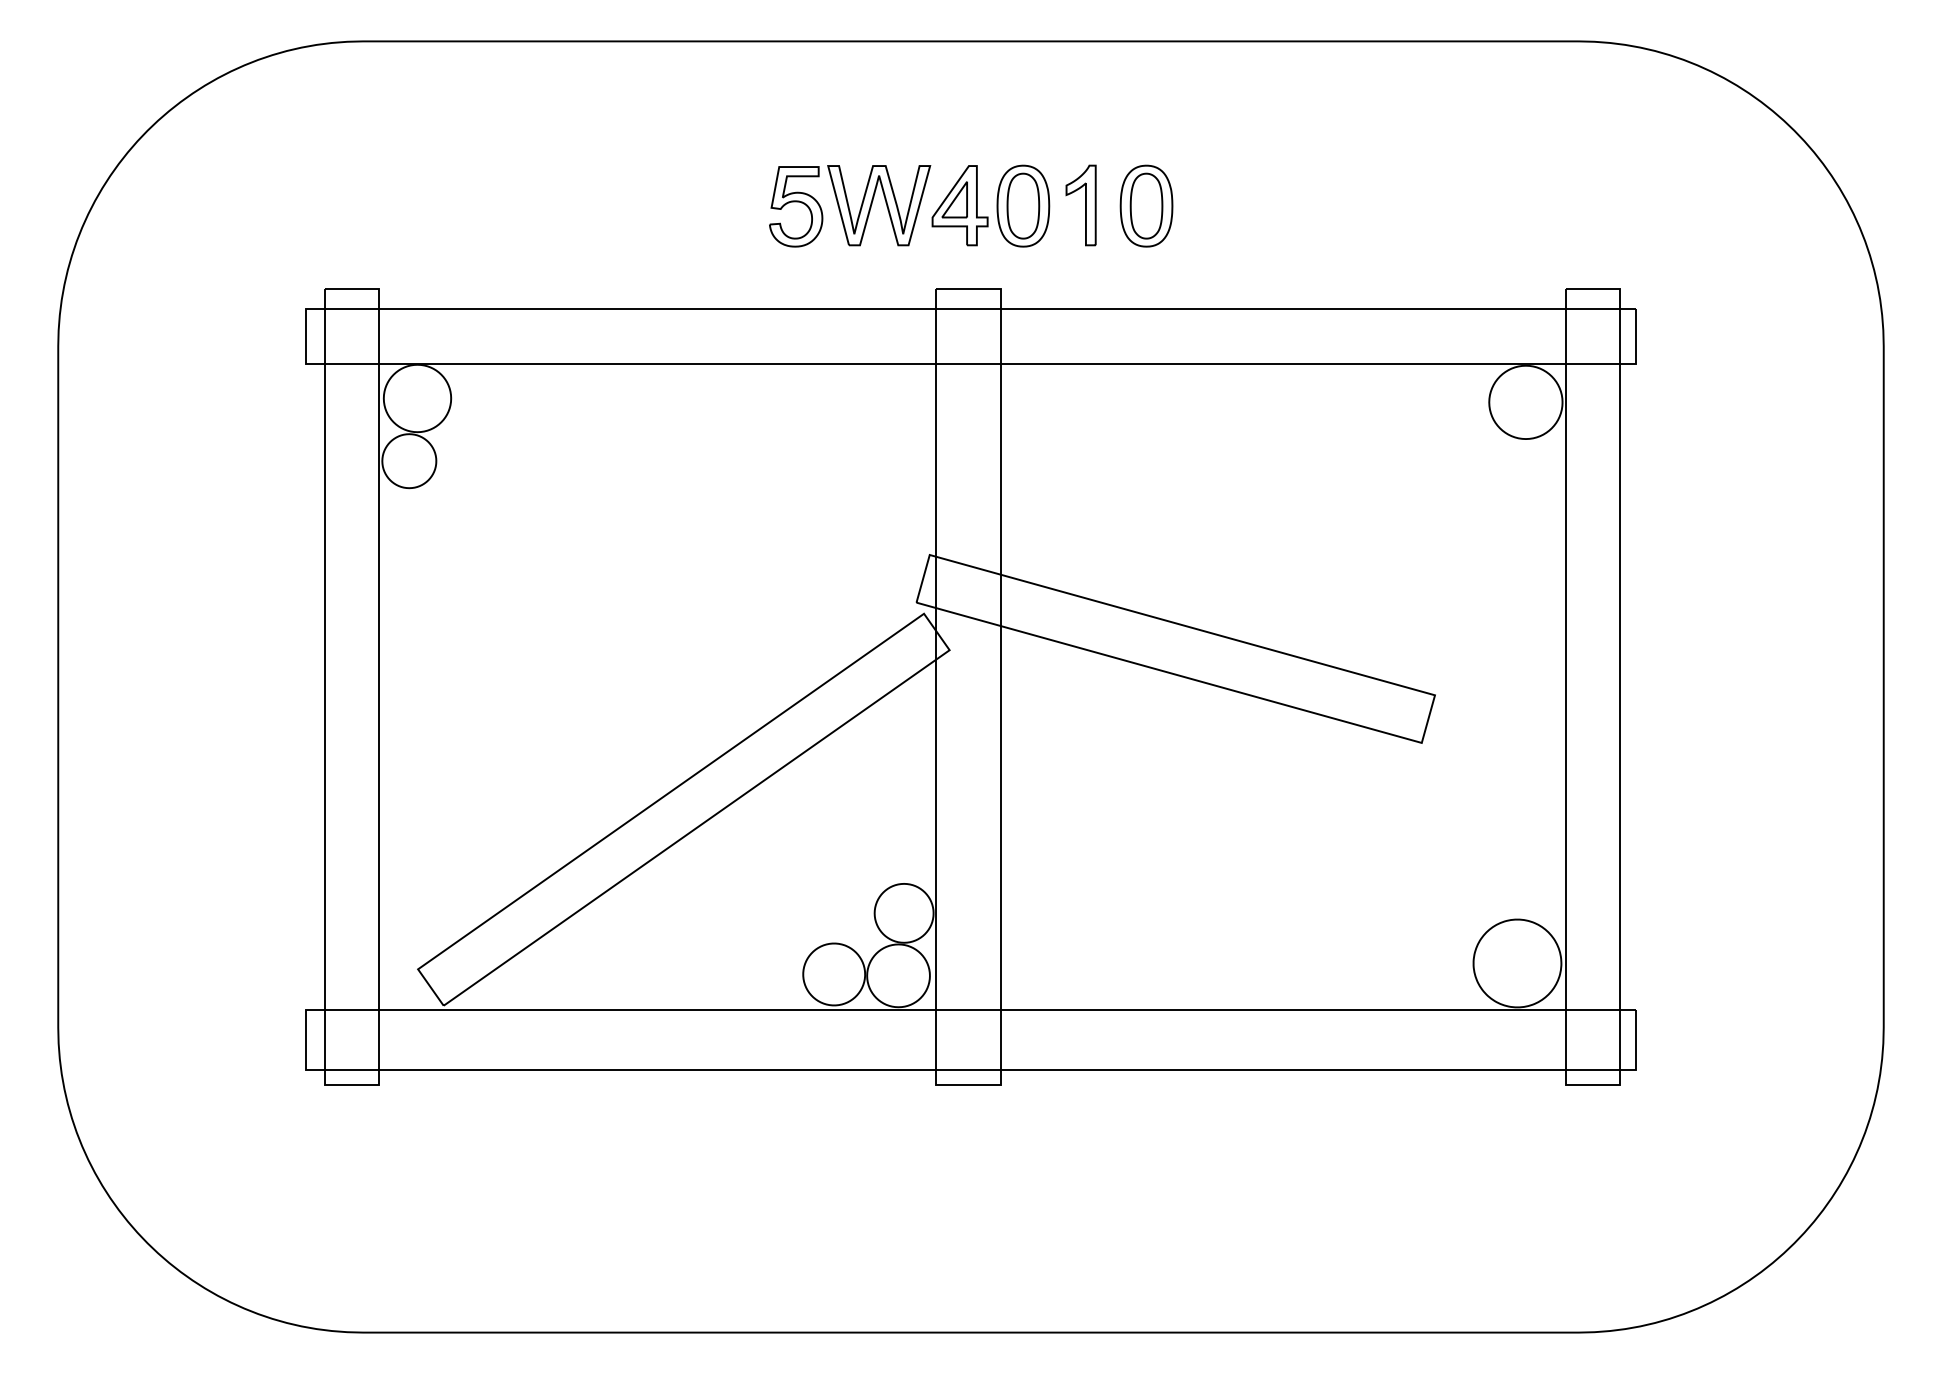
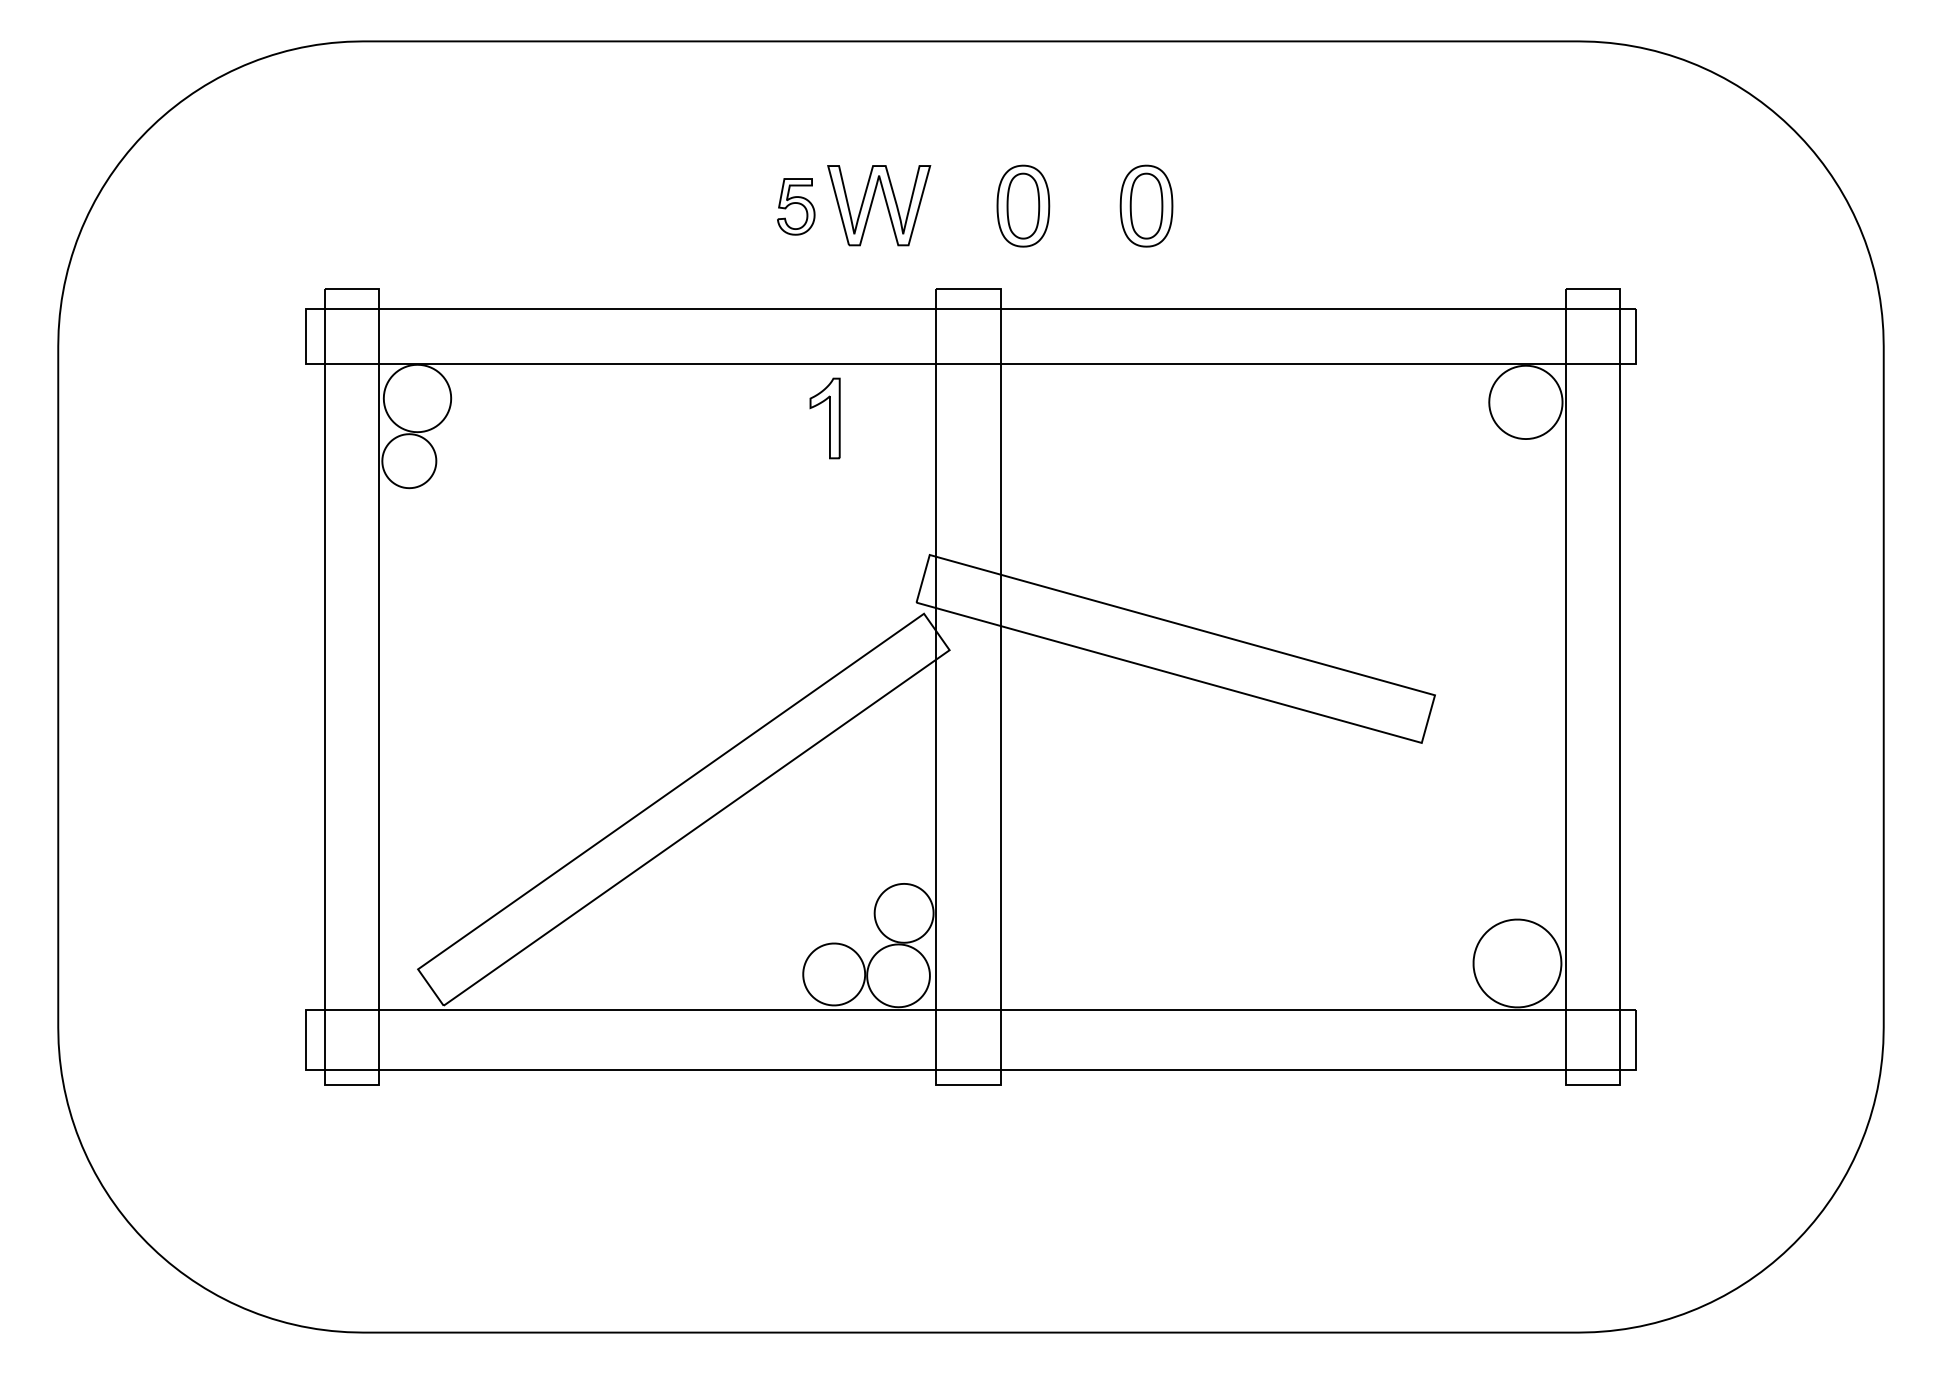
part at (959, 205): present -> none
part at (1080, 205) position: (1080, 205) -> (824, 418)
part at (796, 206) size: 55x82 px -> 39x58 px
